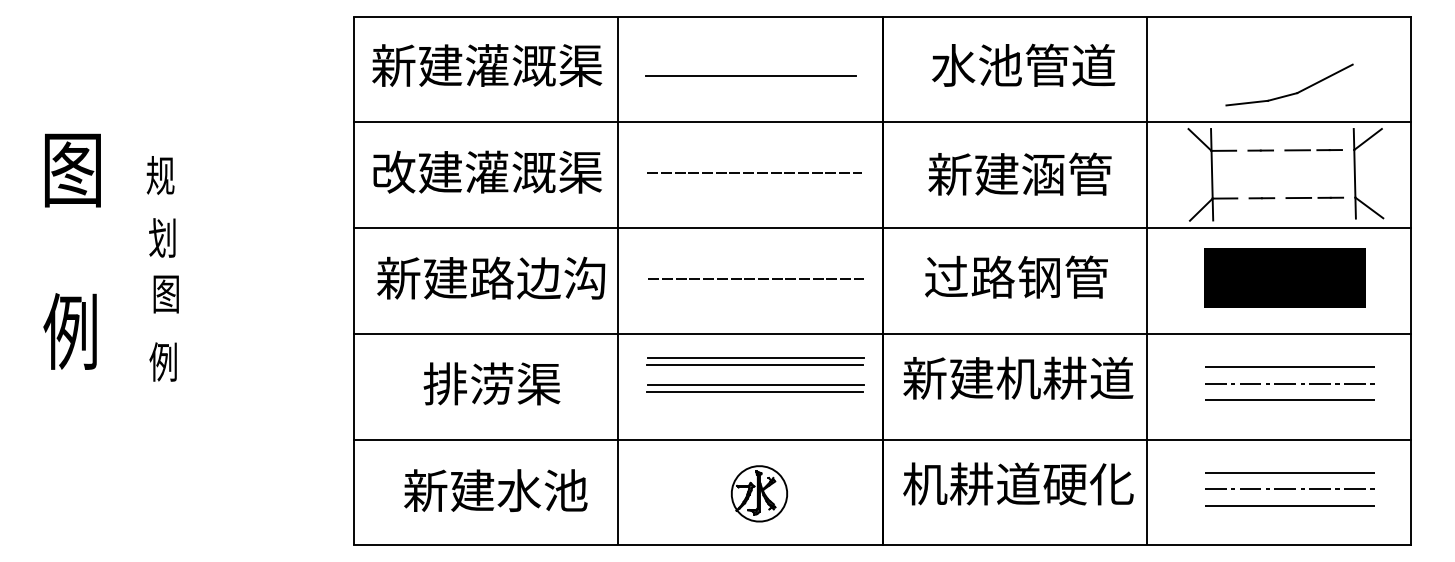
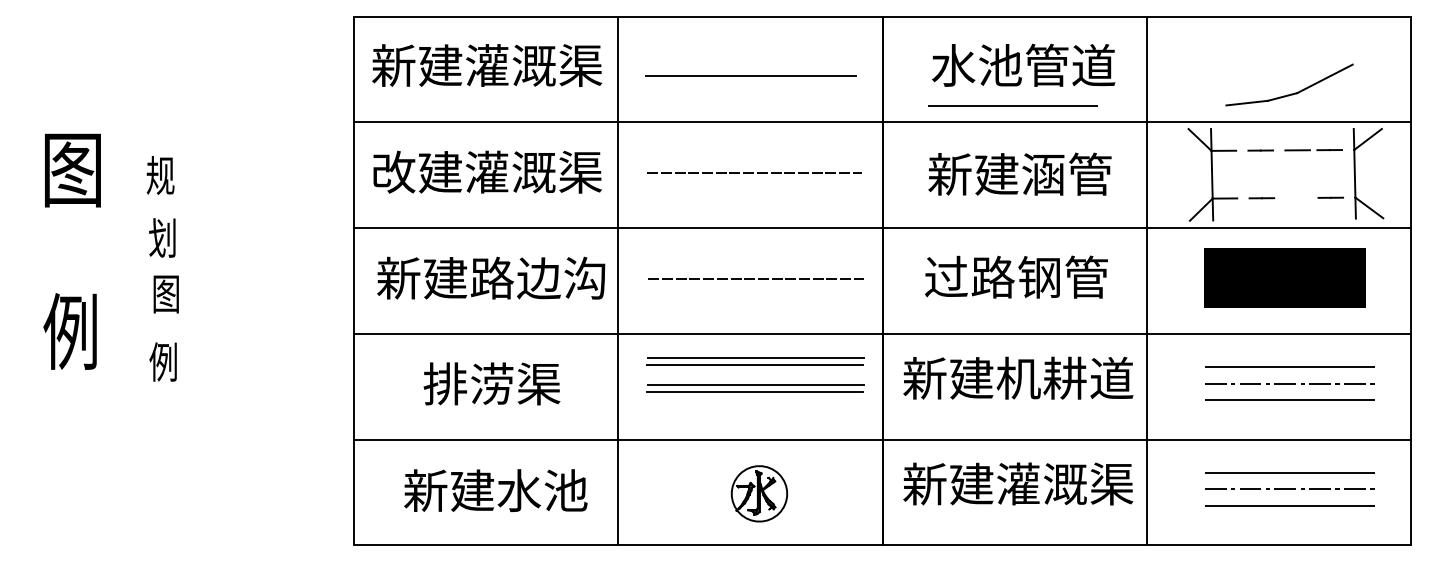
line at (1012, 105): none -> present
line at (1298, 197): present -> none
text at (1018, 483): 机耕道硬化 -> 新建灌溉渠
